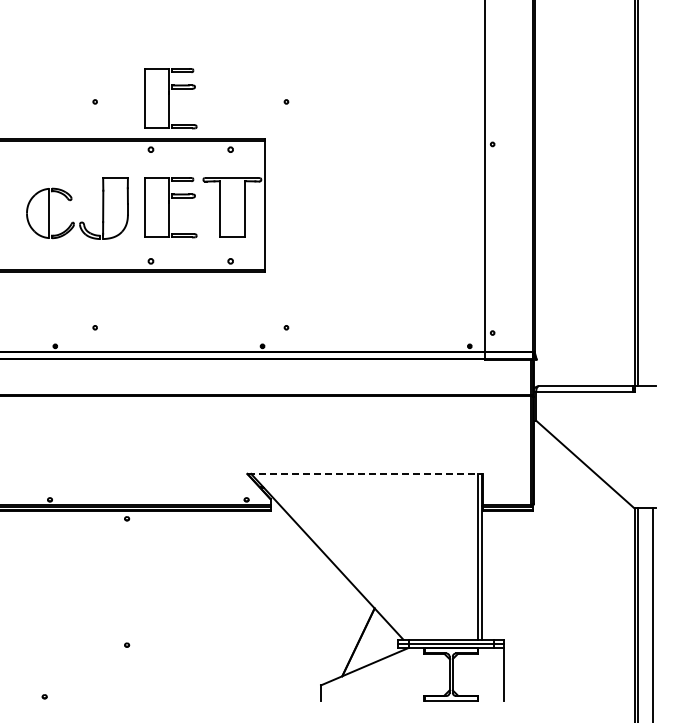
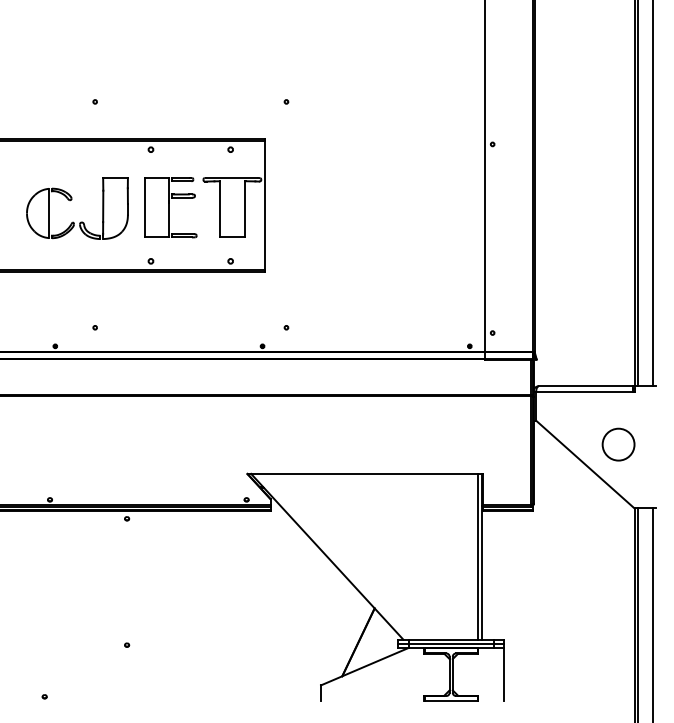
part at (170, 98): present -> none
line at (652, 194): none -> present
circle at (618, 444): none -> present
line at (365, 473): dashed -> solid
